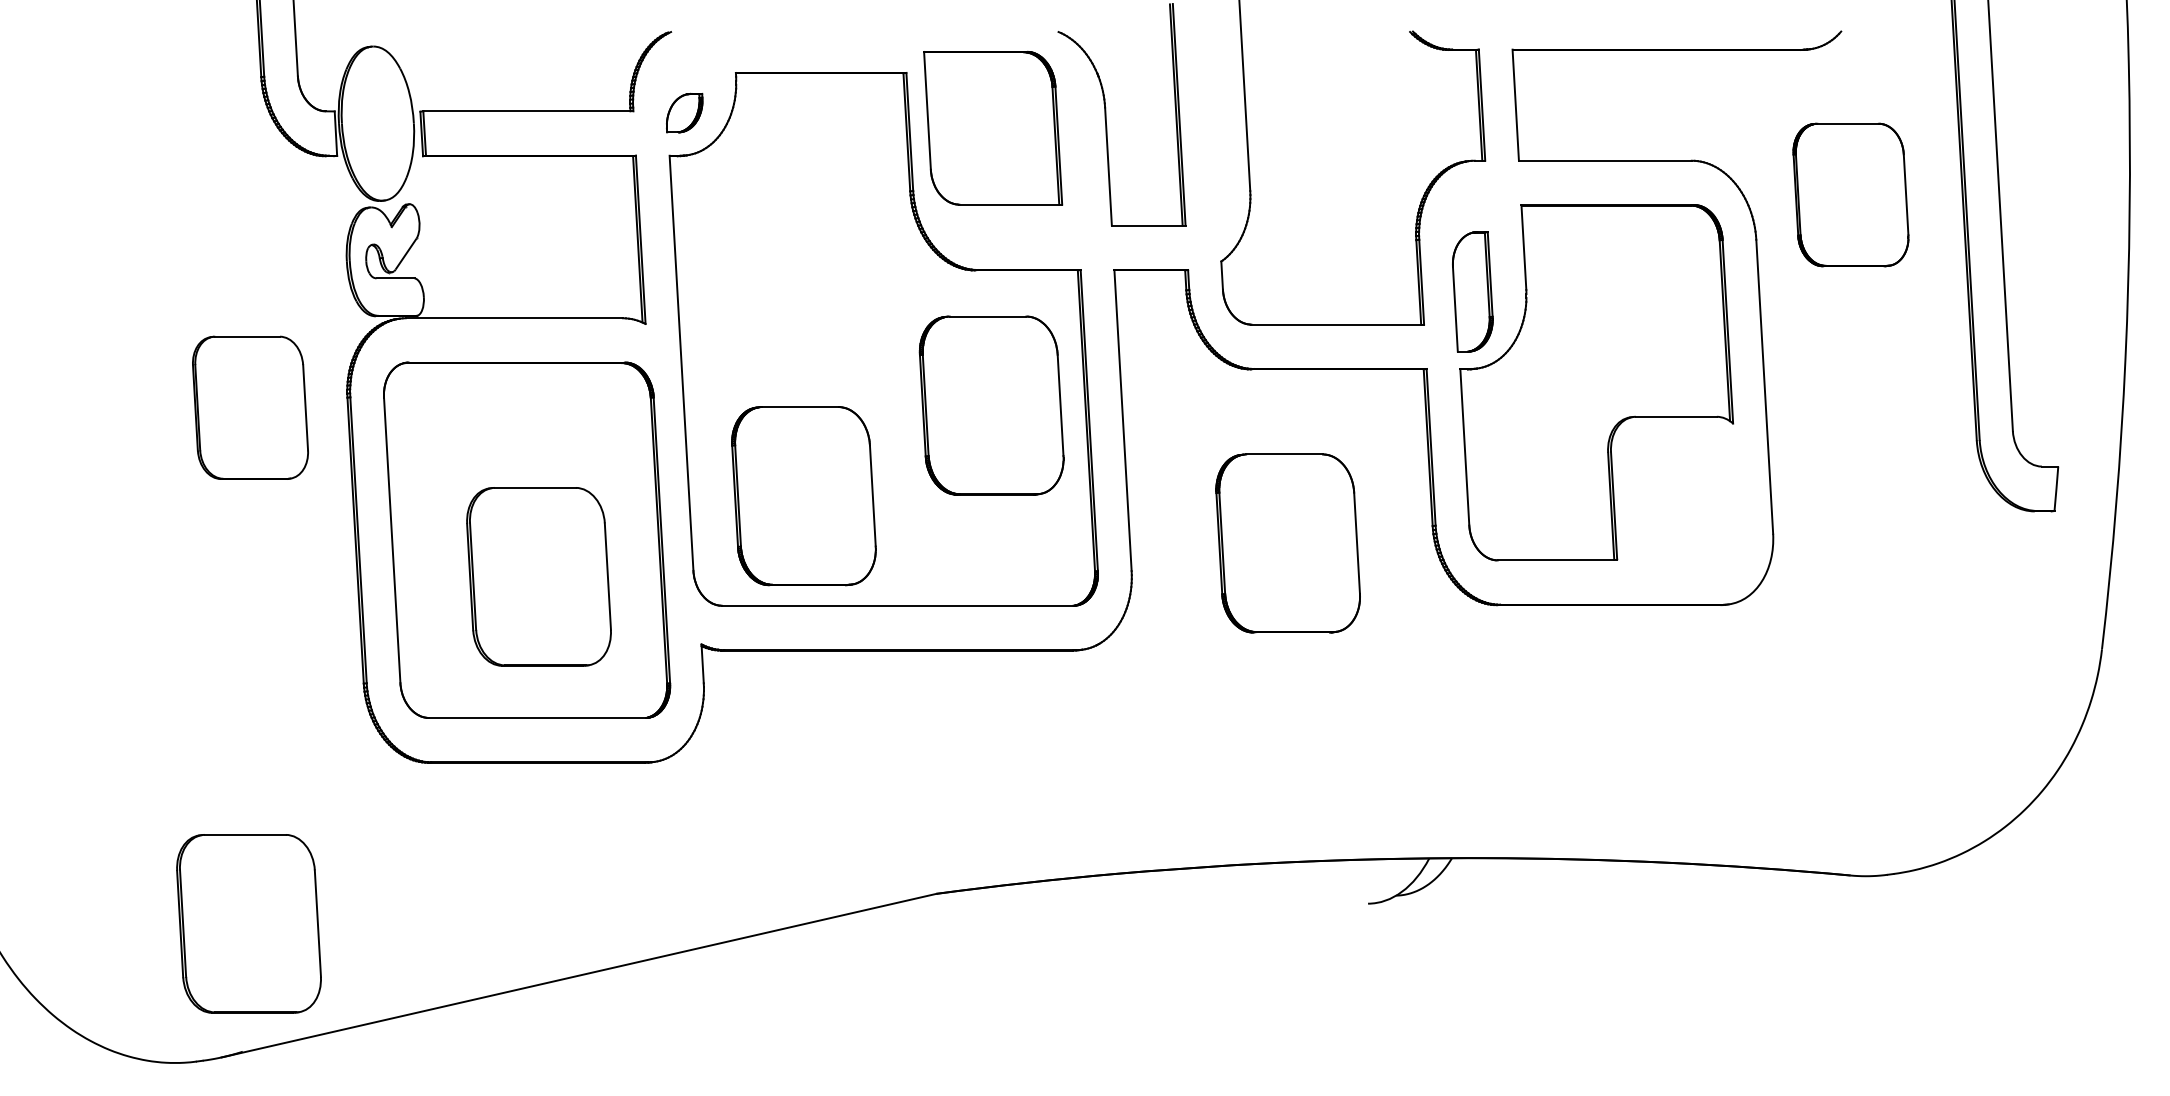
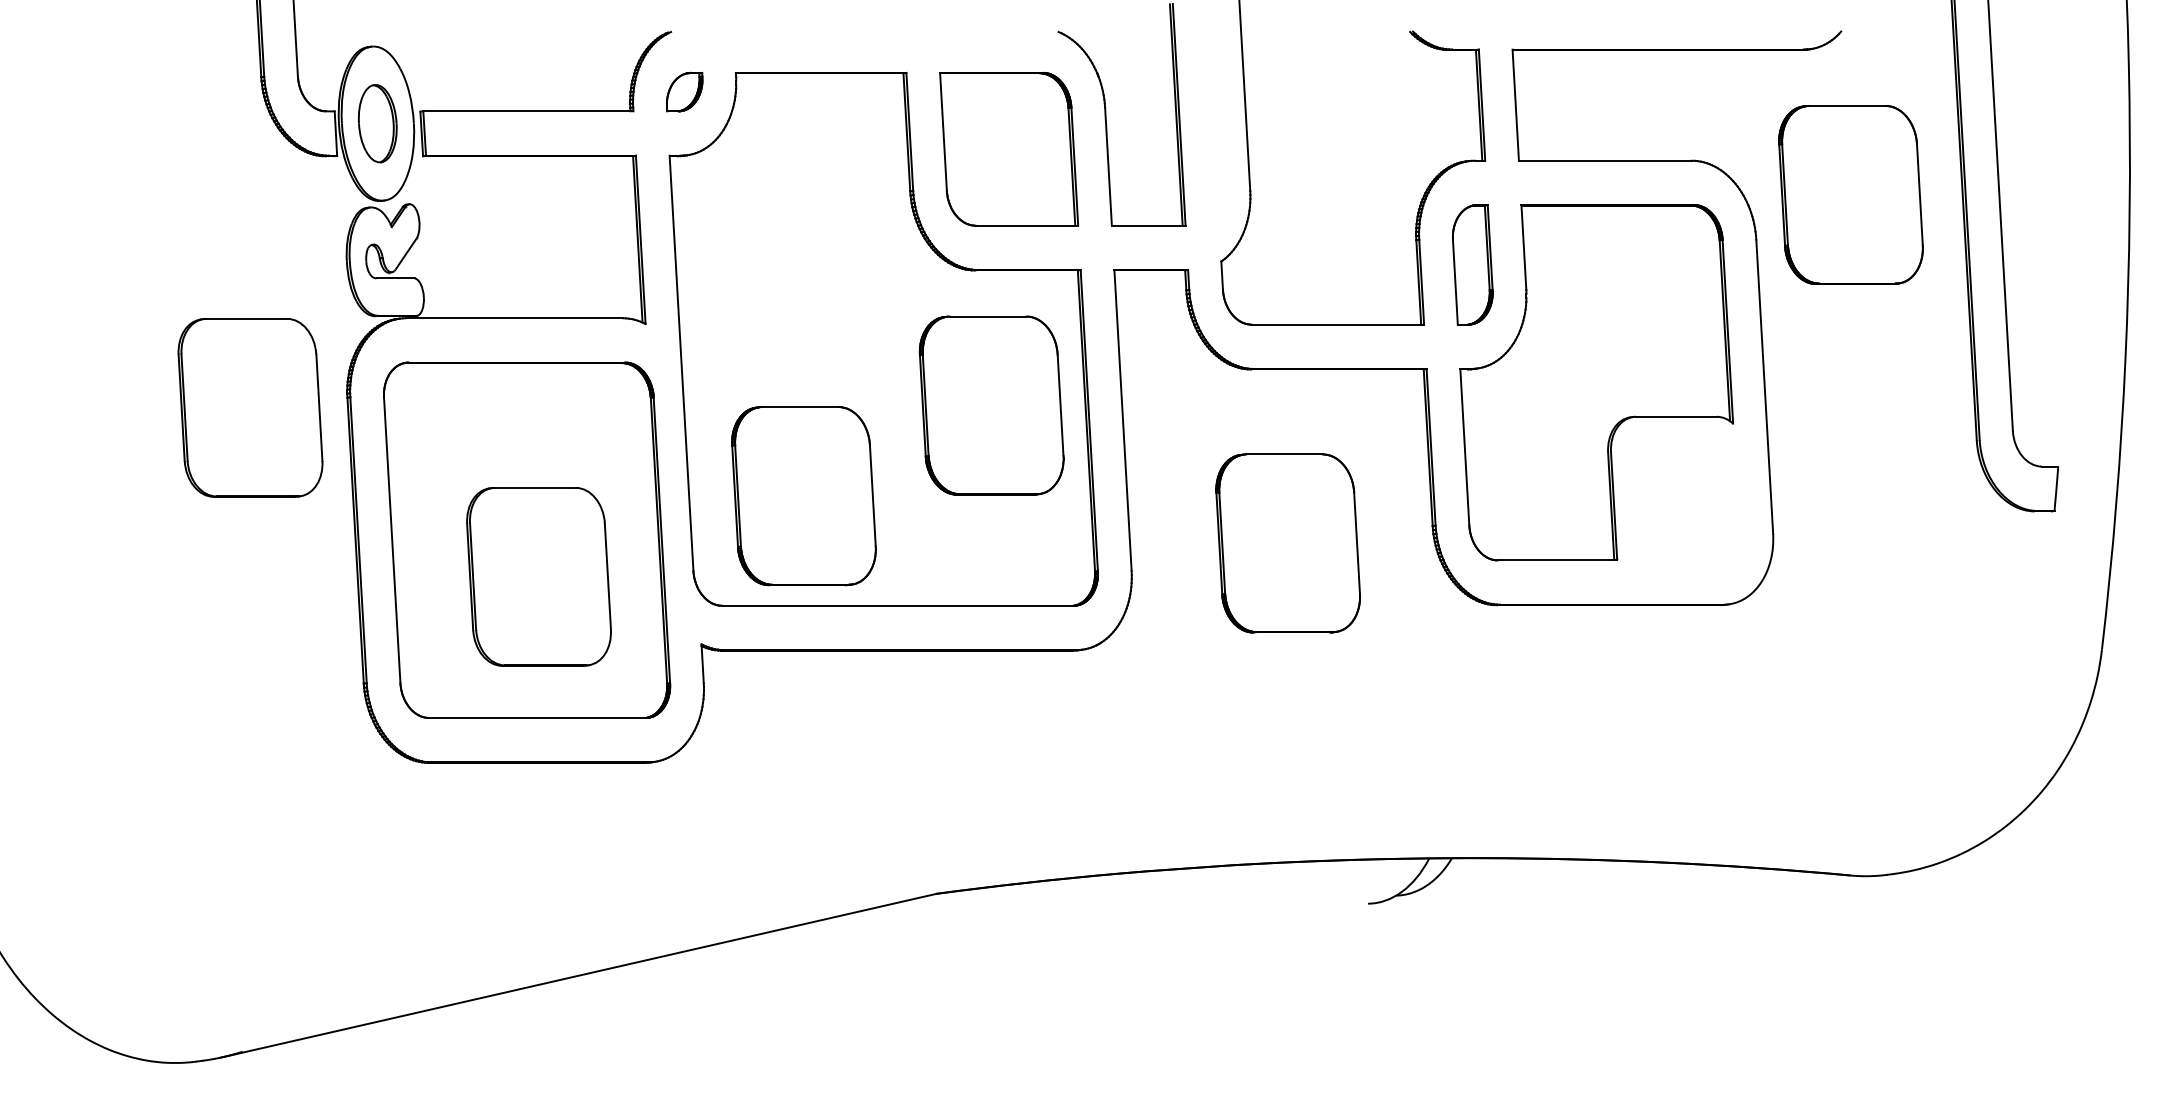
part at (684, 112) position: (684, 112) -> (684, 91)
part at (377, 123): none -> present
part at (993, 127) position: (993, 127) -> (1009, 148)
part at (1850, 194) size: 118x146 px -> 146x180 px
part at (1472, 291) position: (1472, 291) -> (1472, 264)
part at (250, 407) size: 117x145 px -> 147x180 px
part at (248, 923): present -> none
